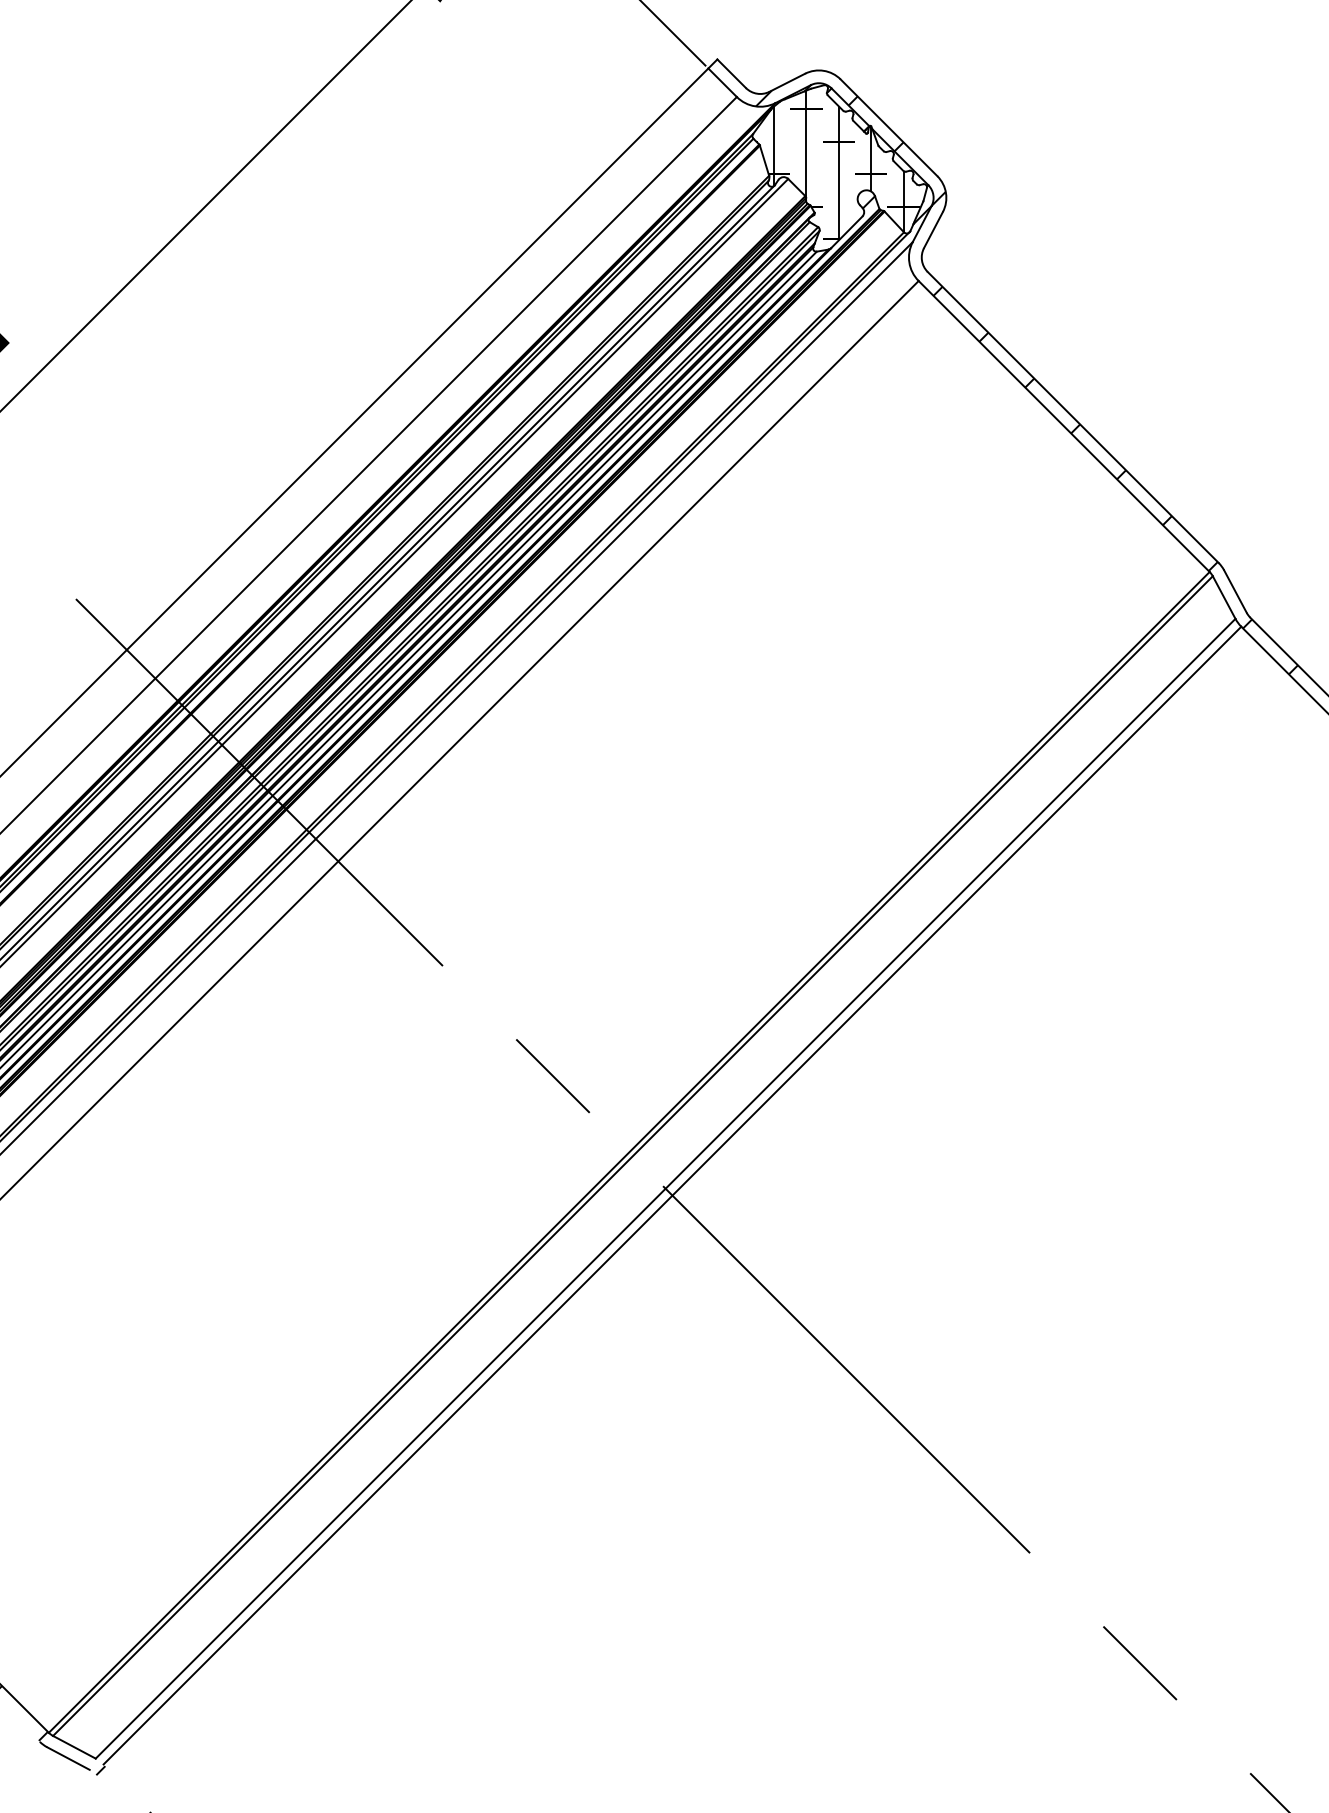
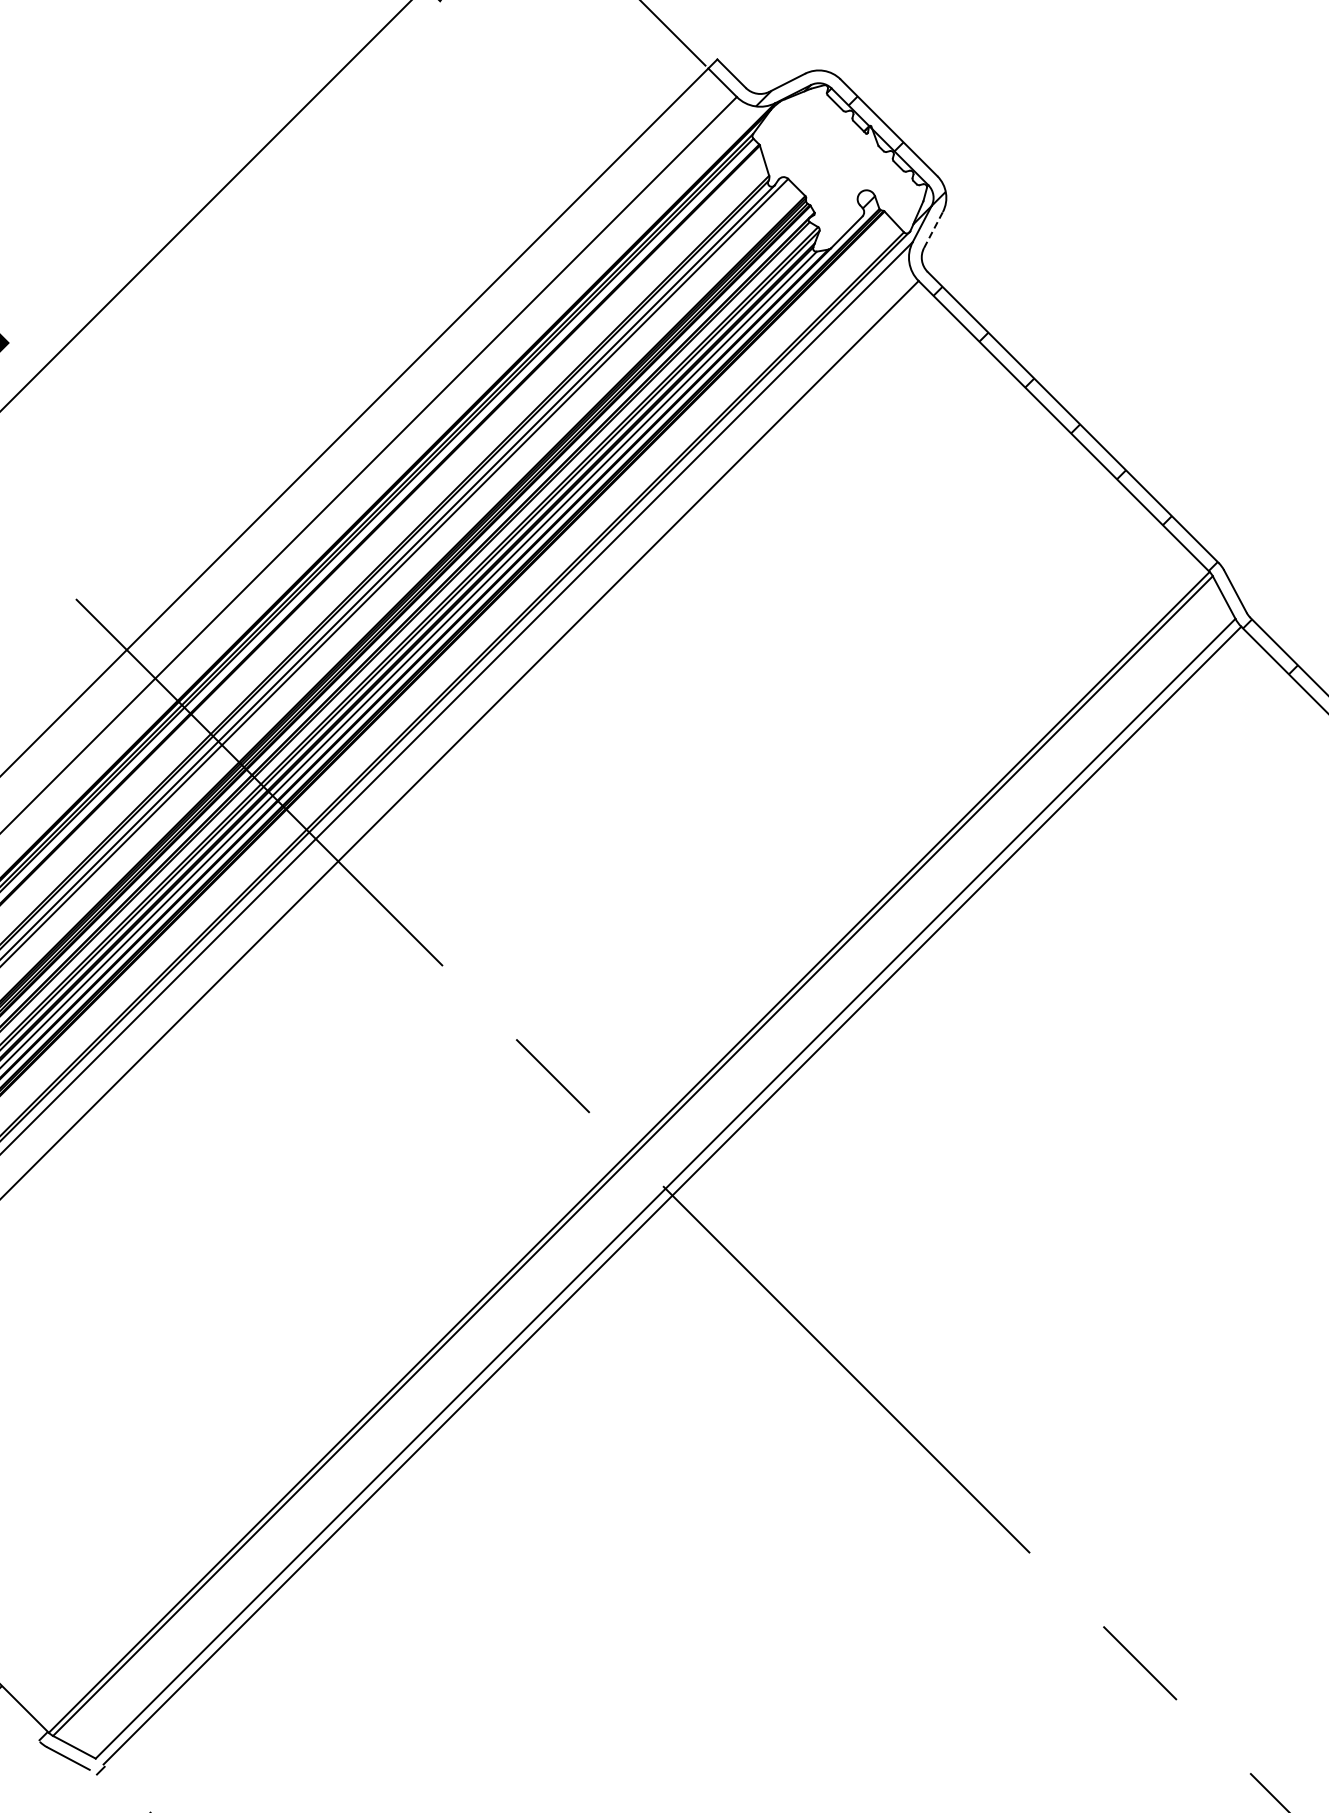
hatch at (837, 165): present -> none
line at (933, 229): solid -> dashed
